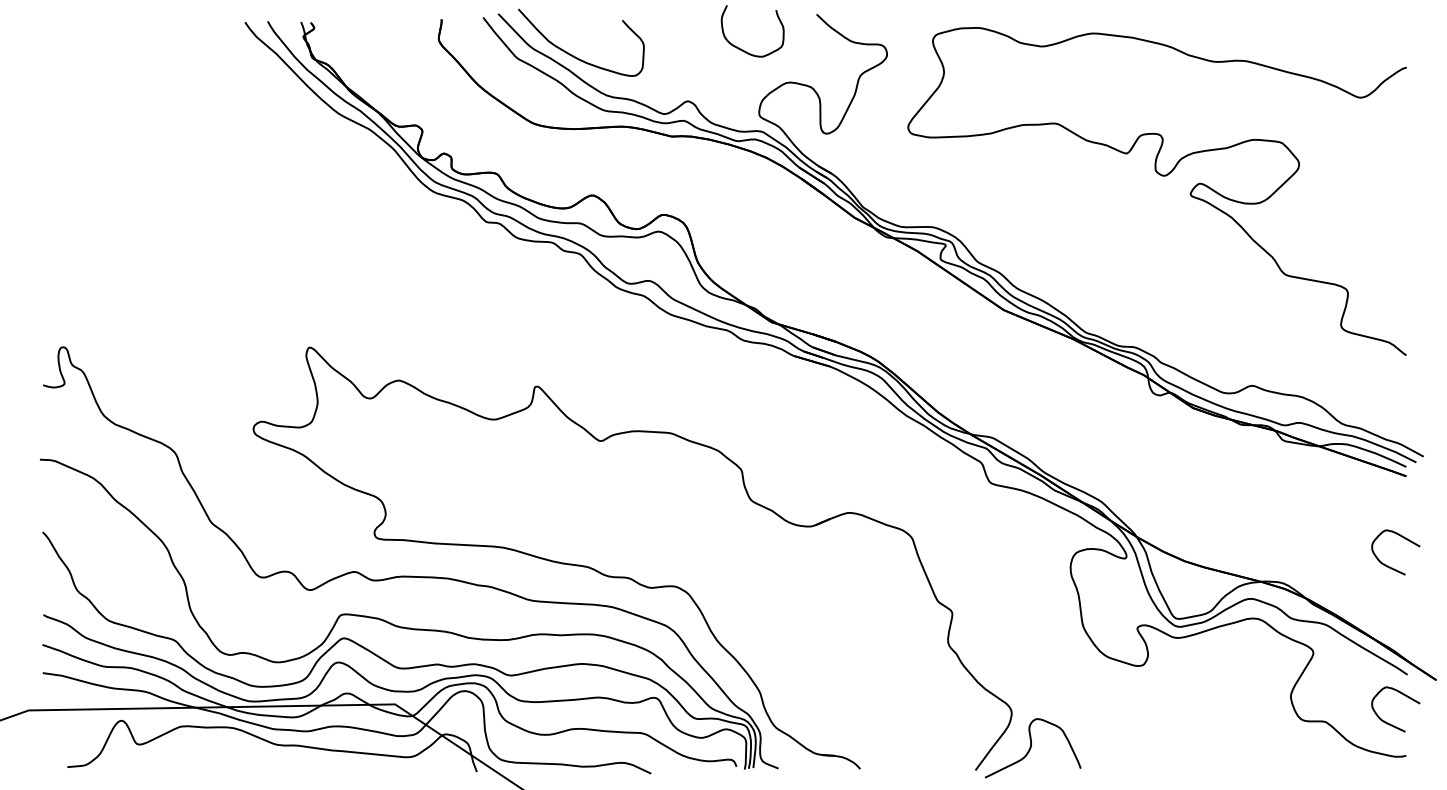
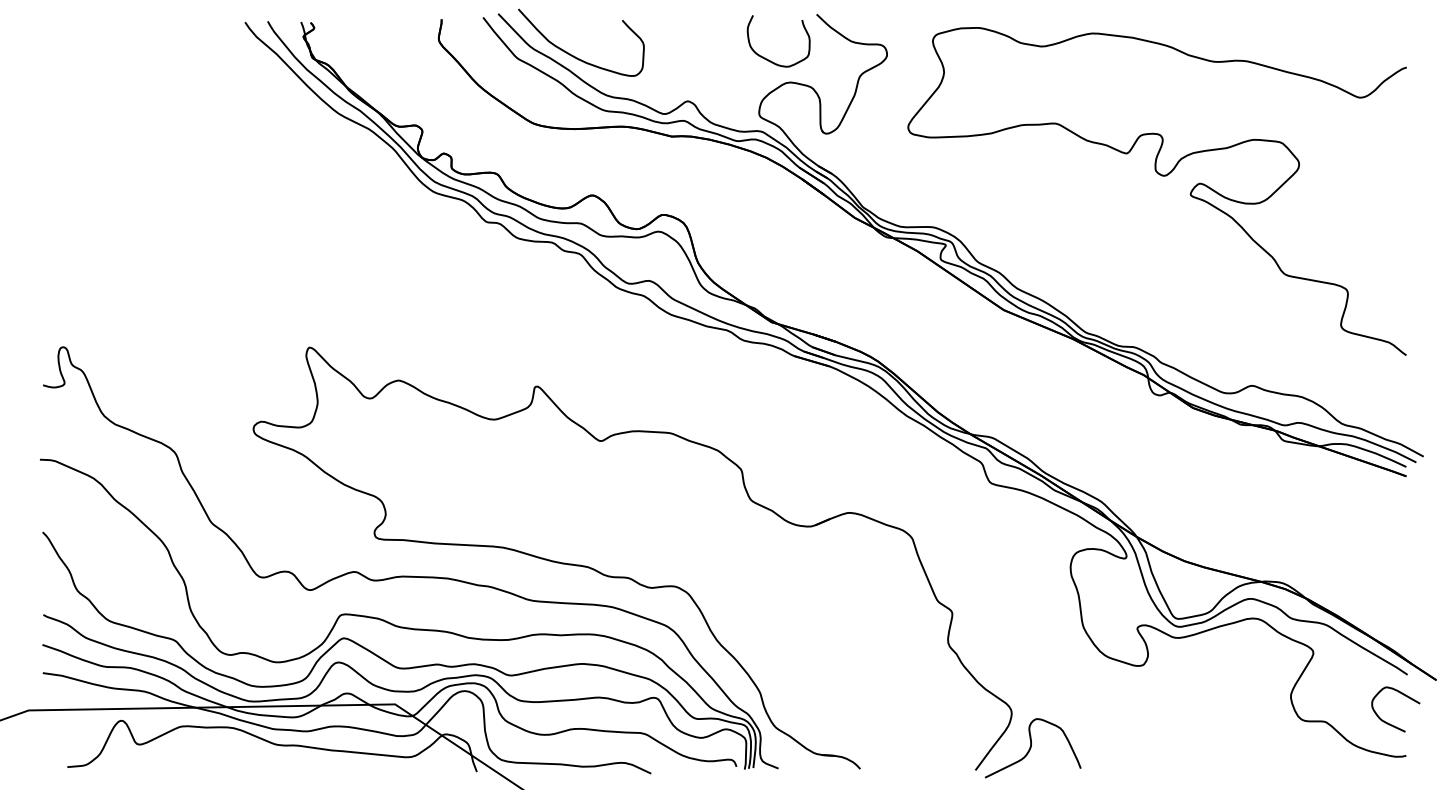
curve at (741, 48) position: (741, 48) -> (767, 58)
curve at (1388, 565): present -> none
